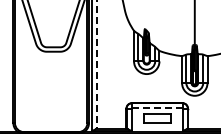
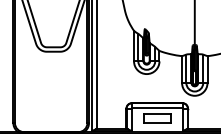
line at (97, 65): dashed -> solid
line at (156, 108): dashed -> solid
